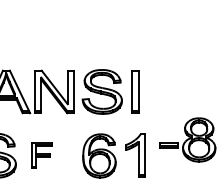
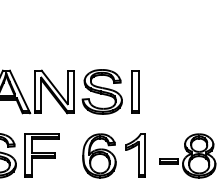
part at (187, 139) position: (187, 139) -> (187, 155)
part at (41, 155) size: 22x27 px -> 36x45 px
